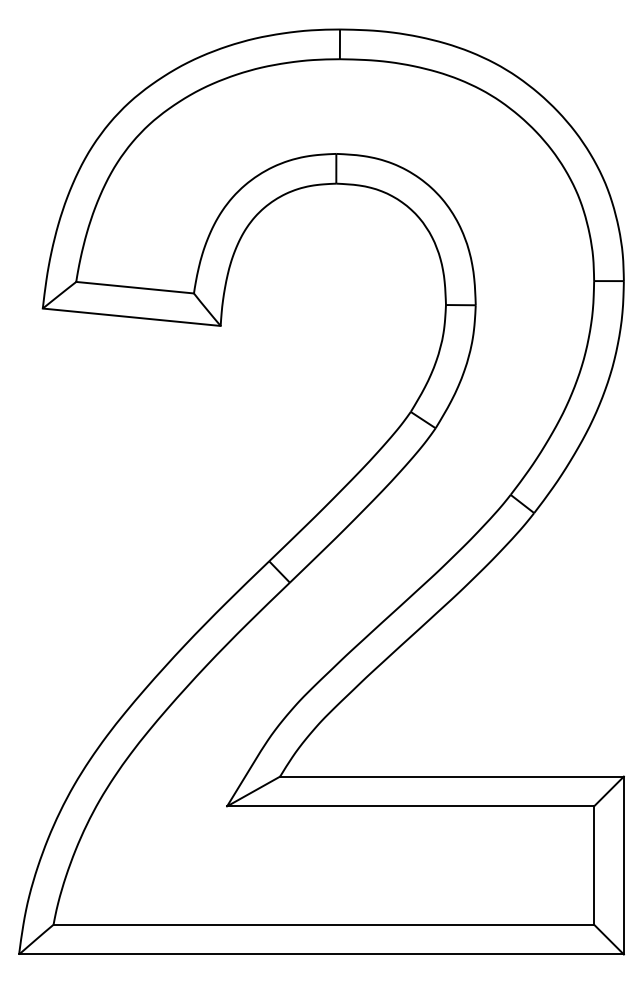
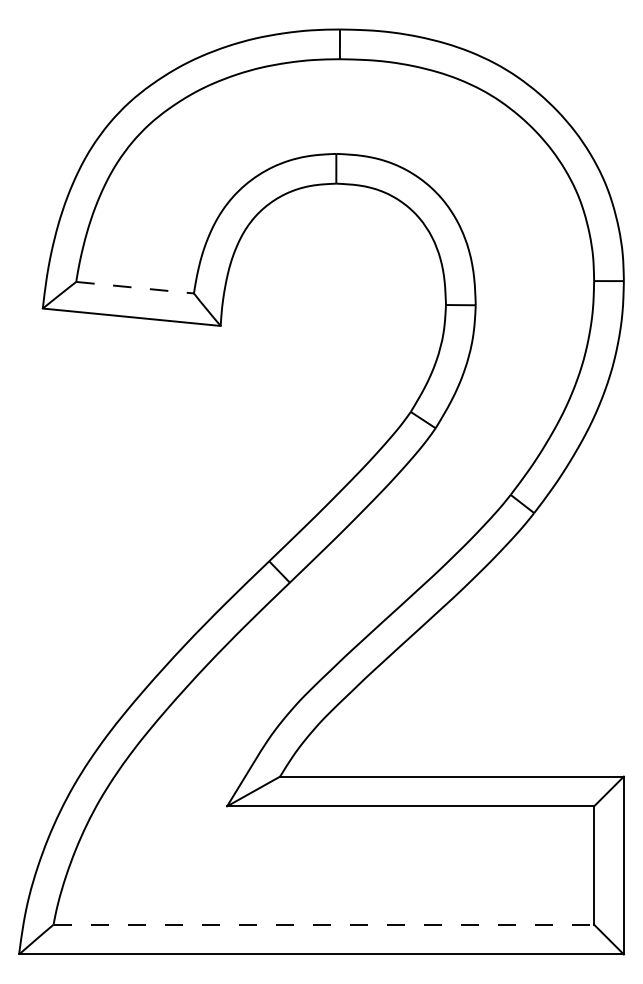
line at (135, 287): solid -> dashed
line at (324, 924): solid -> dashed
